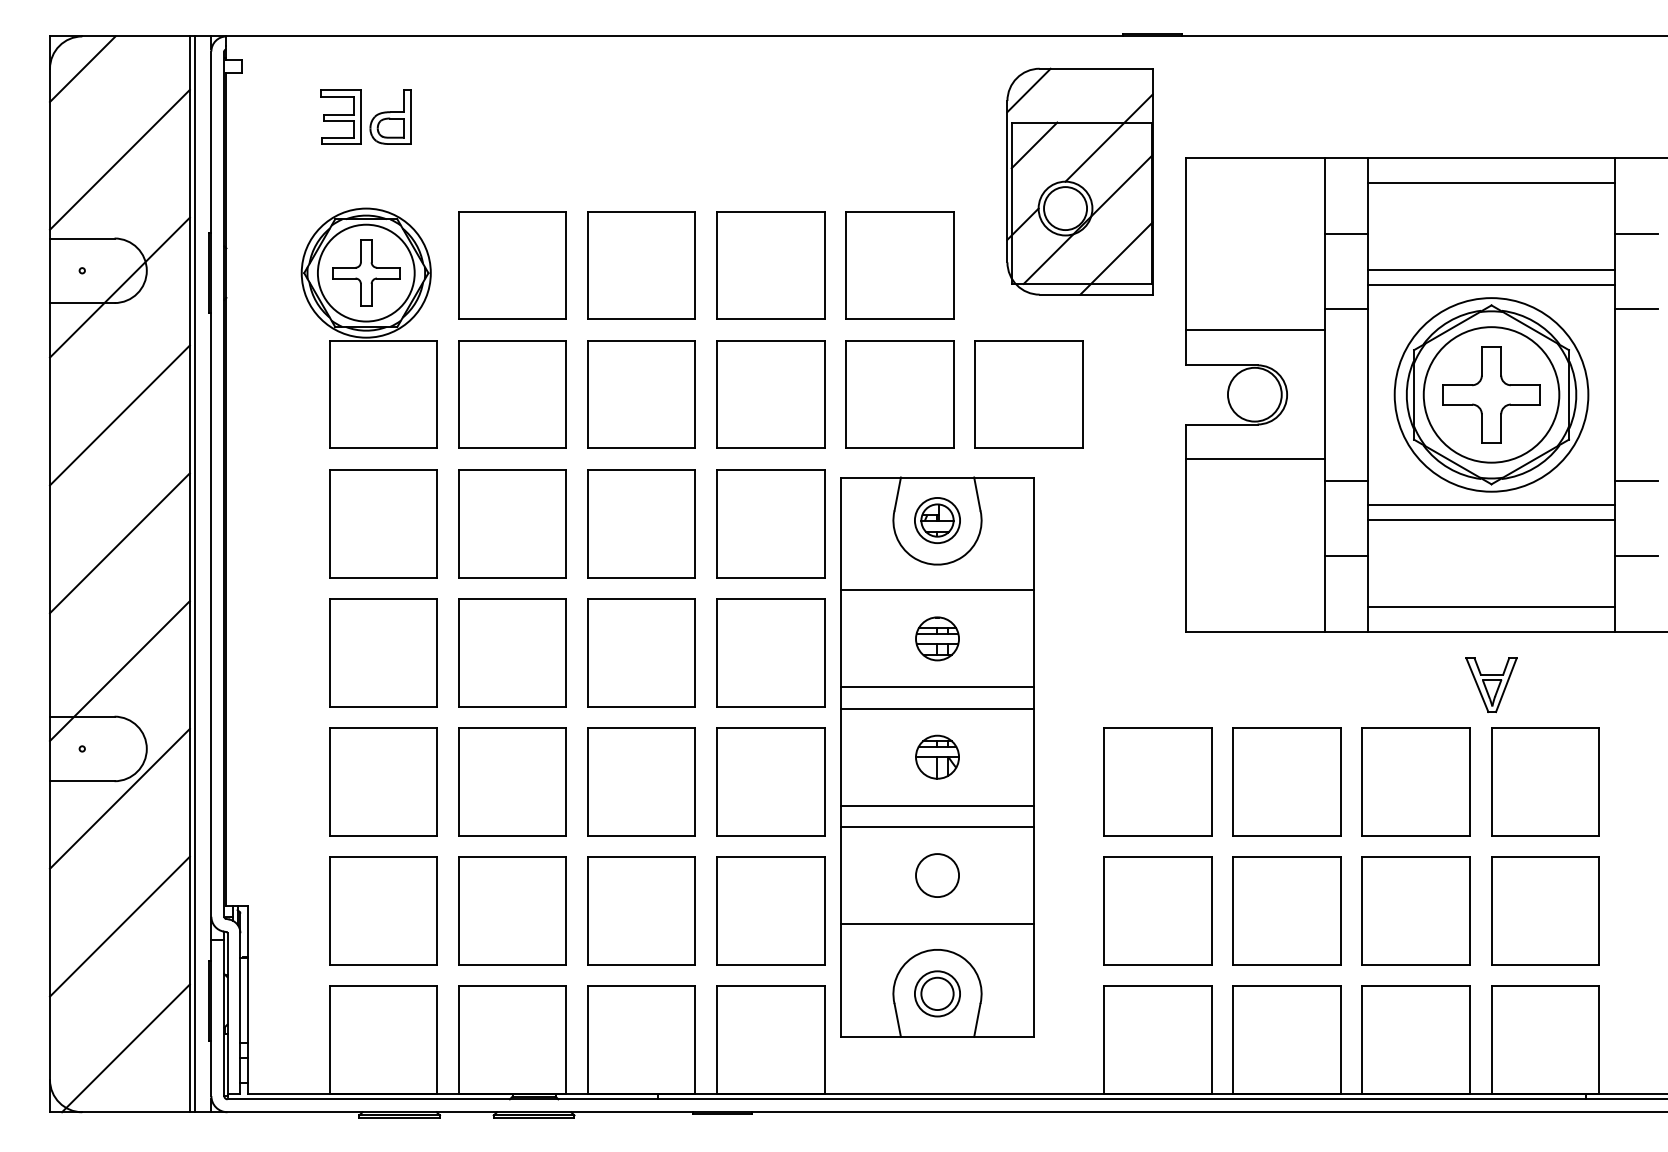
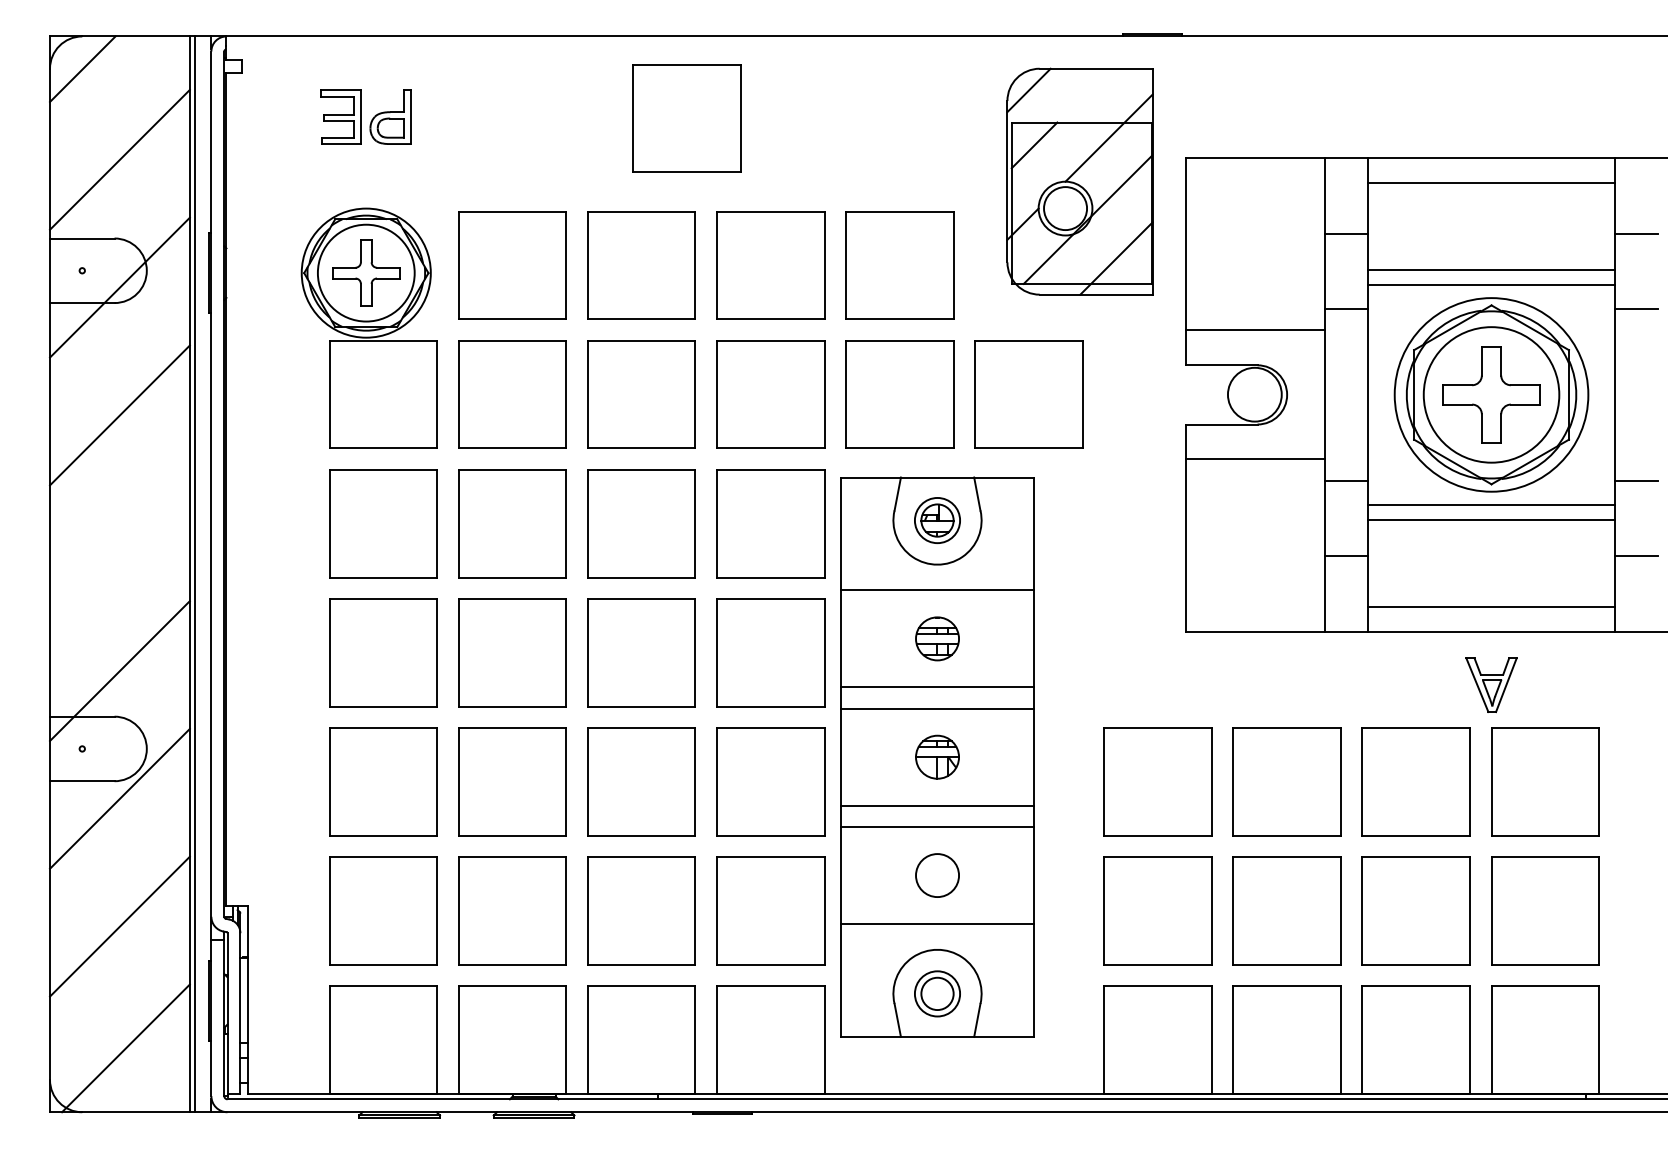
part at (686, 118): none -> present
line at (119, 543): present -> none
